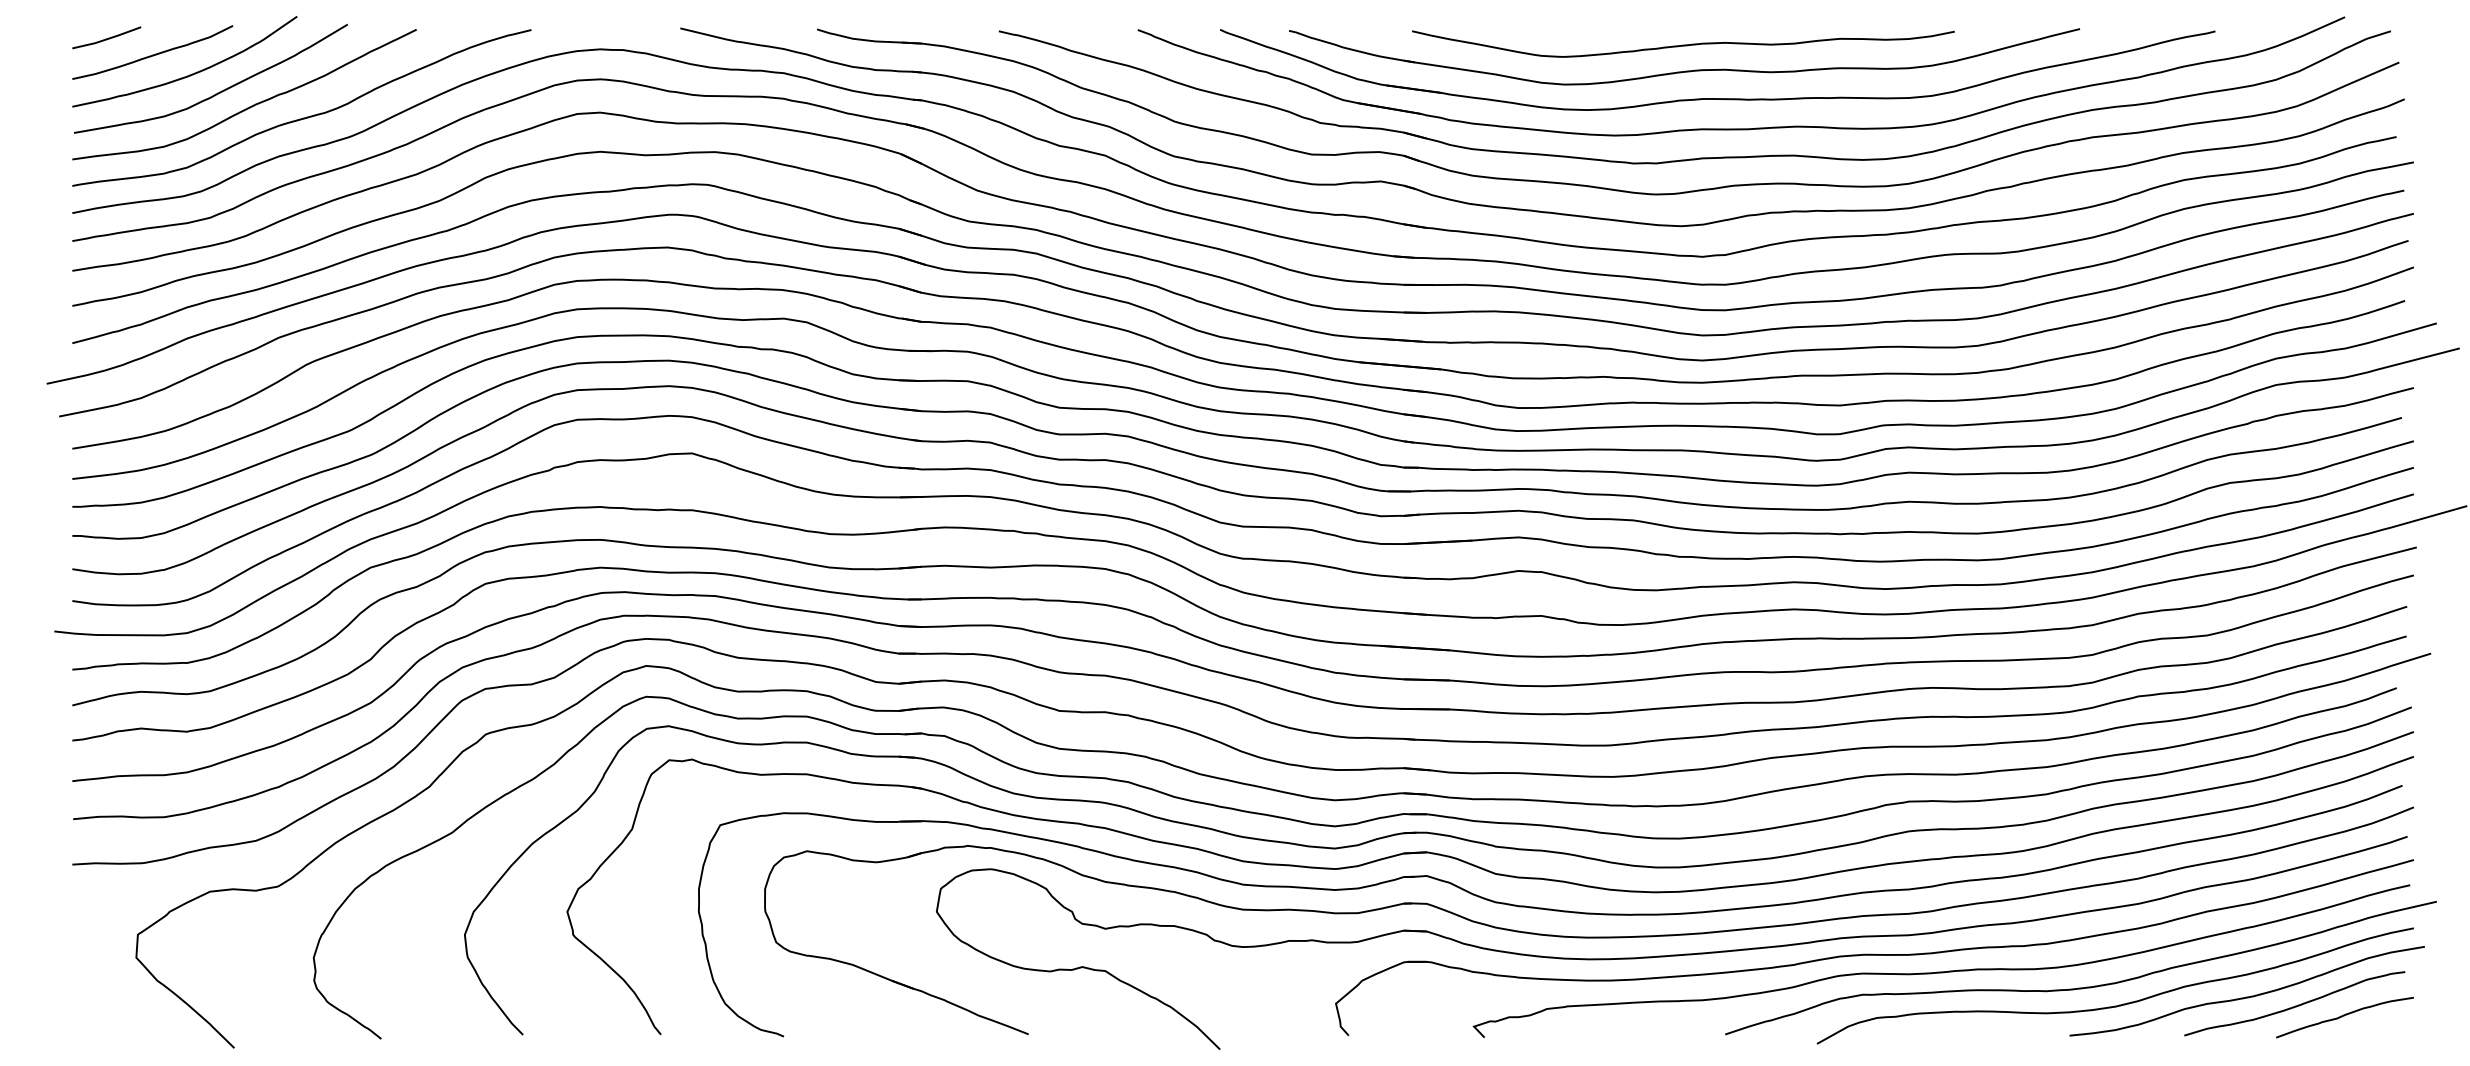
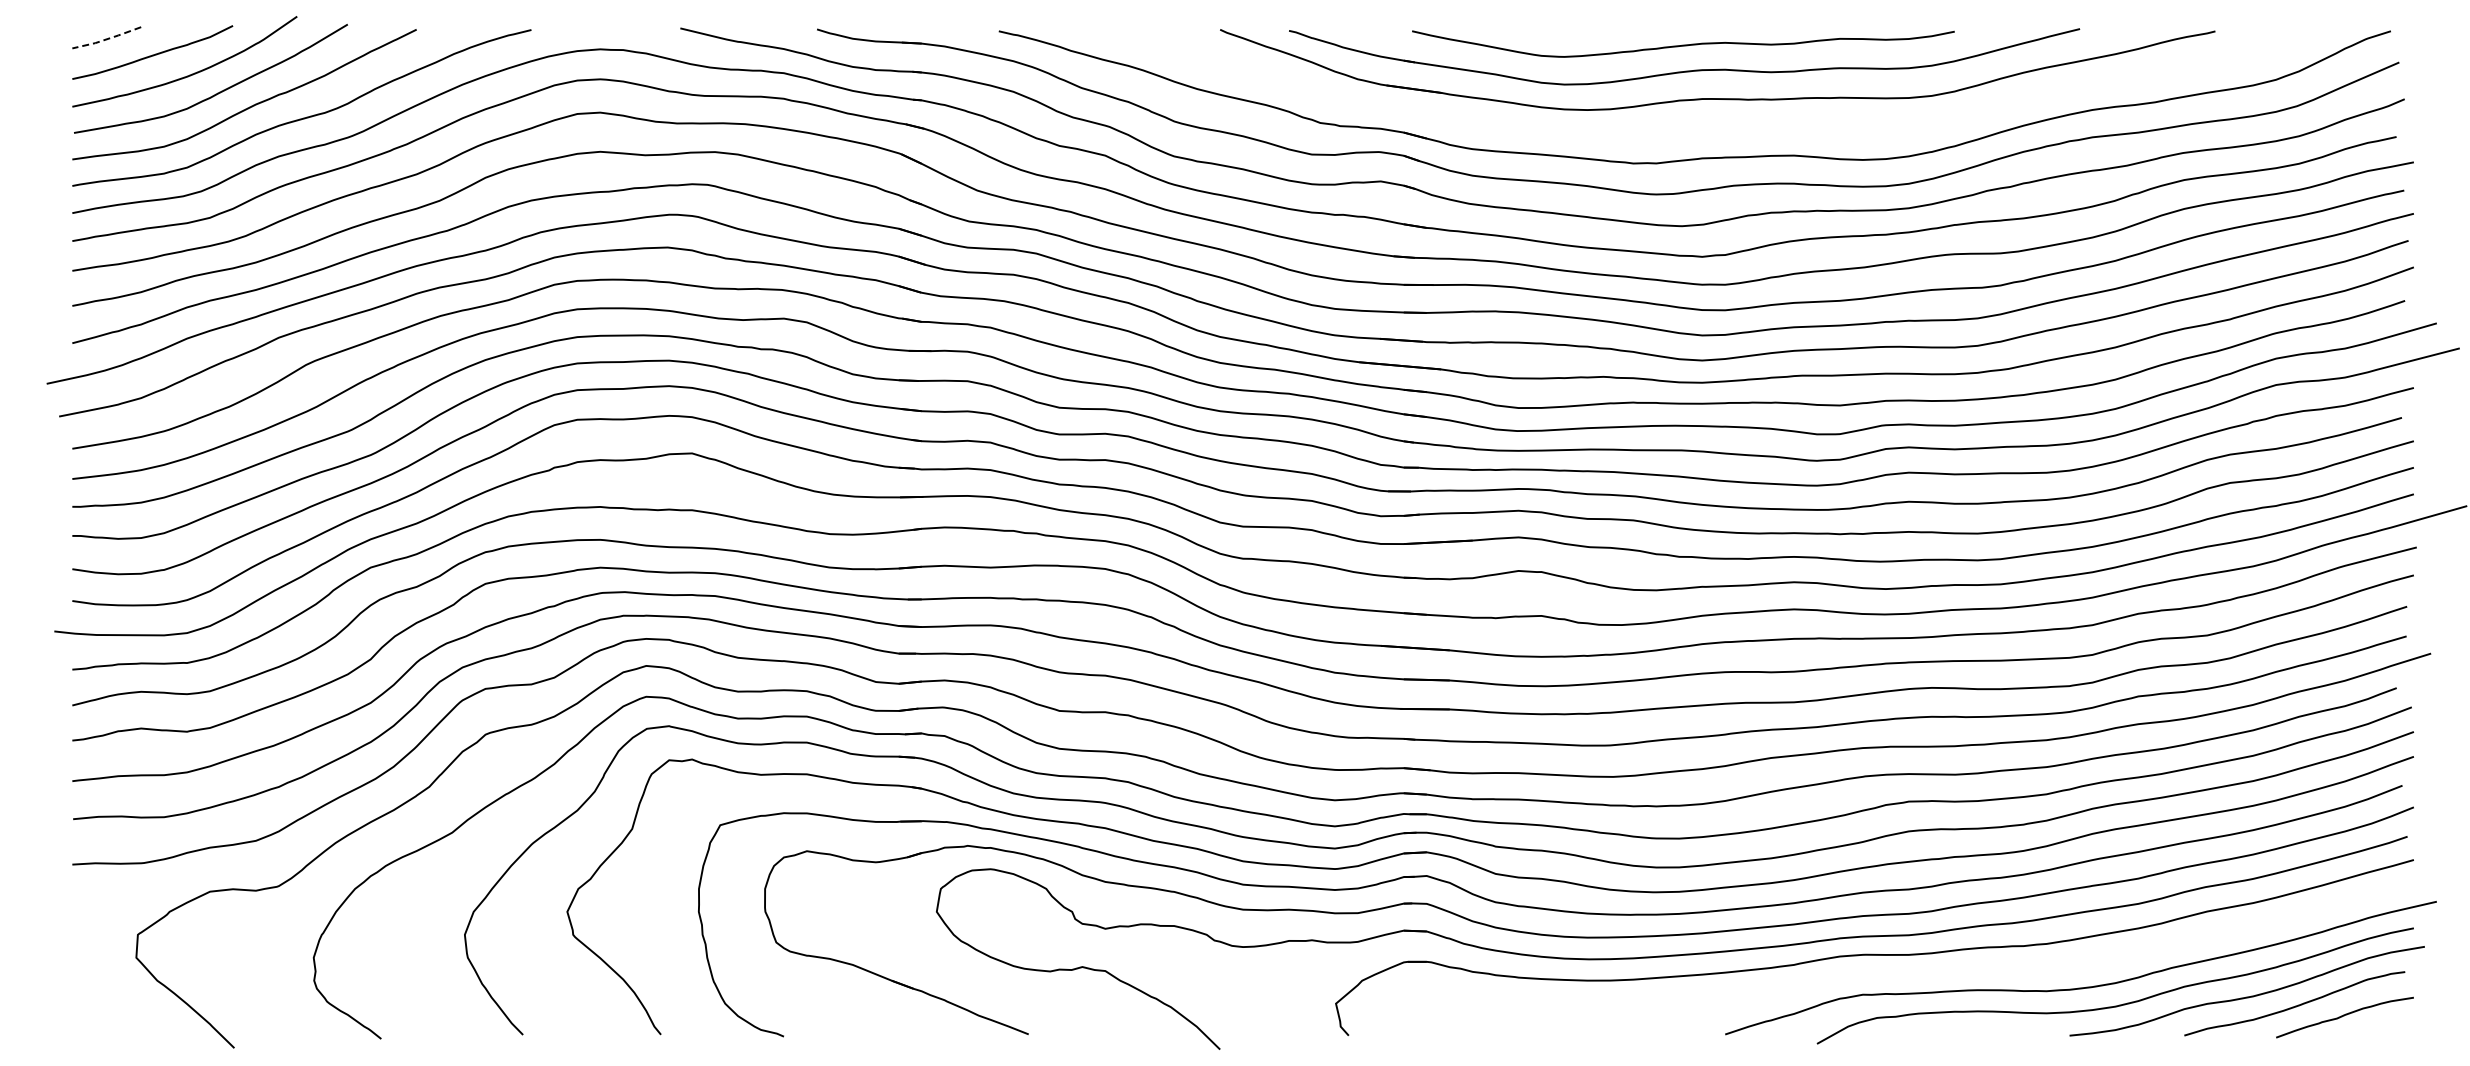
line at (107, 39): solid -> dashed
part at (1741, 128): present -> none
curve at (1941, 971): present -> none
